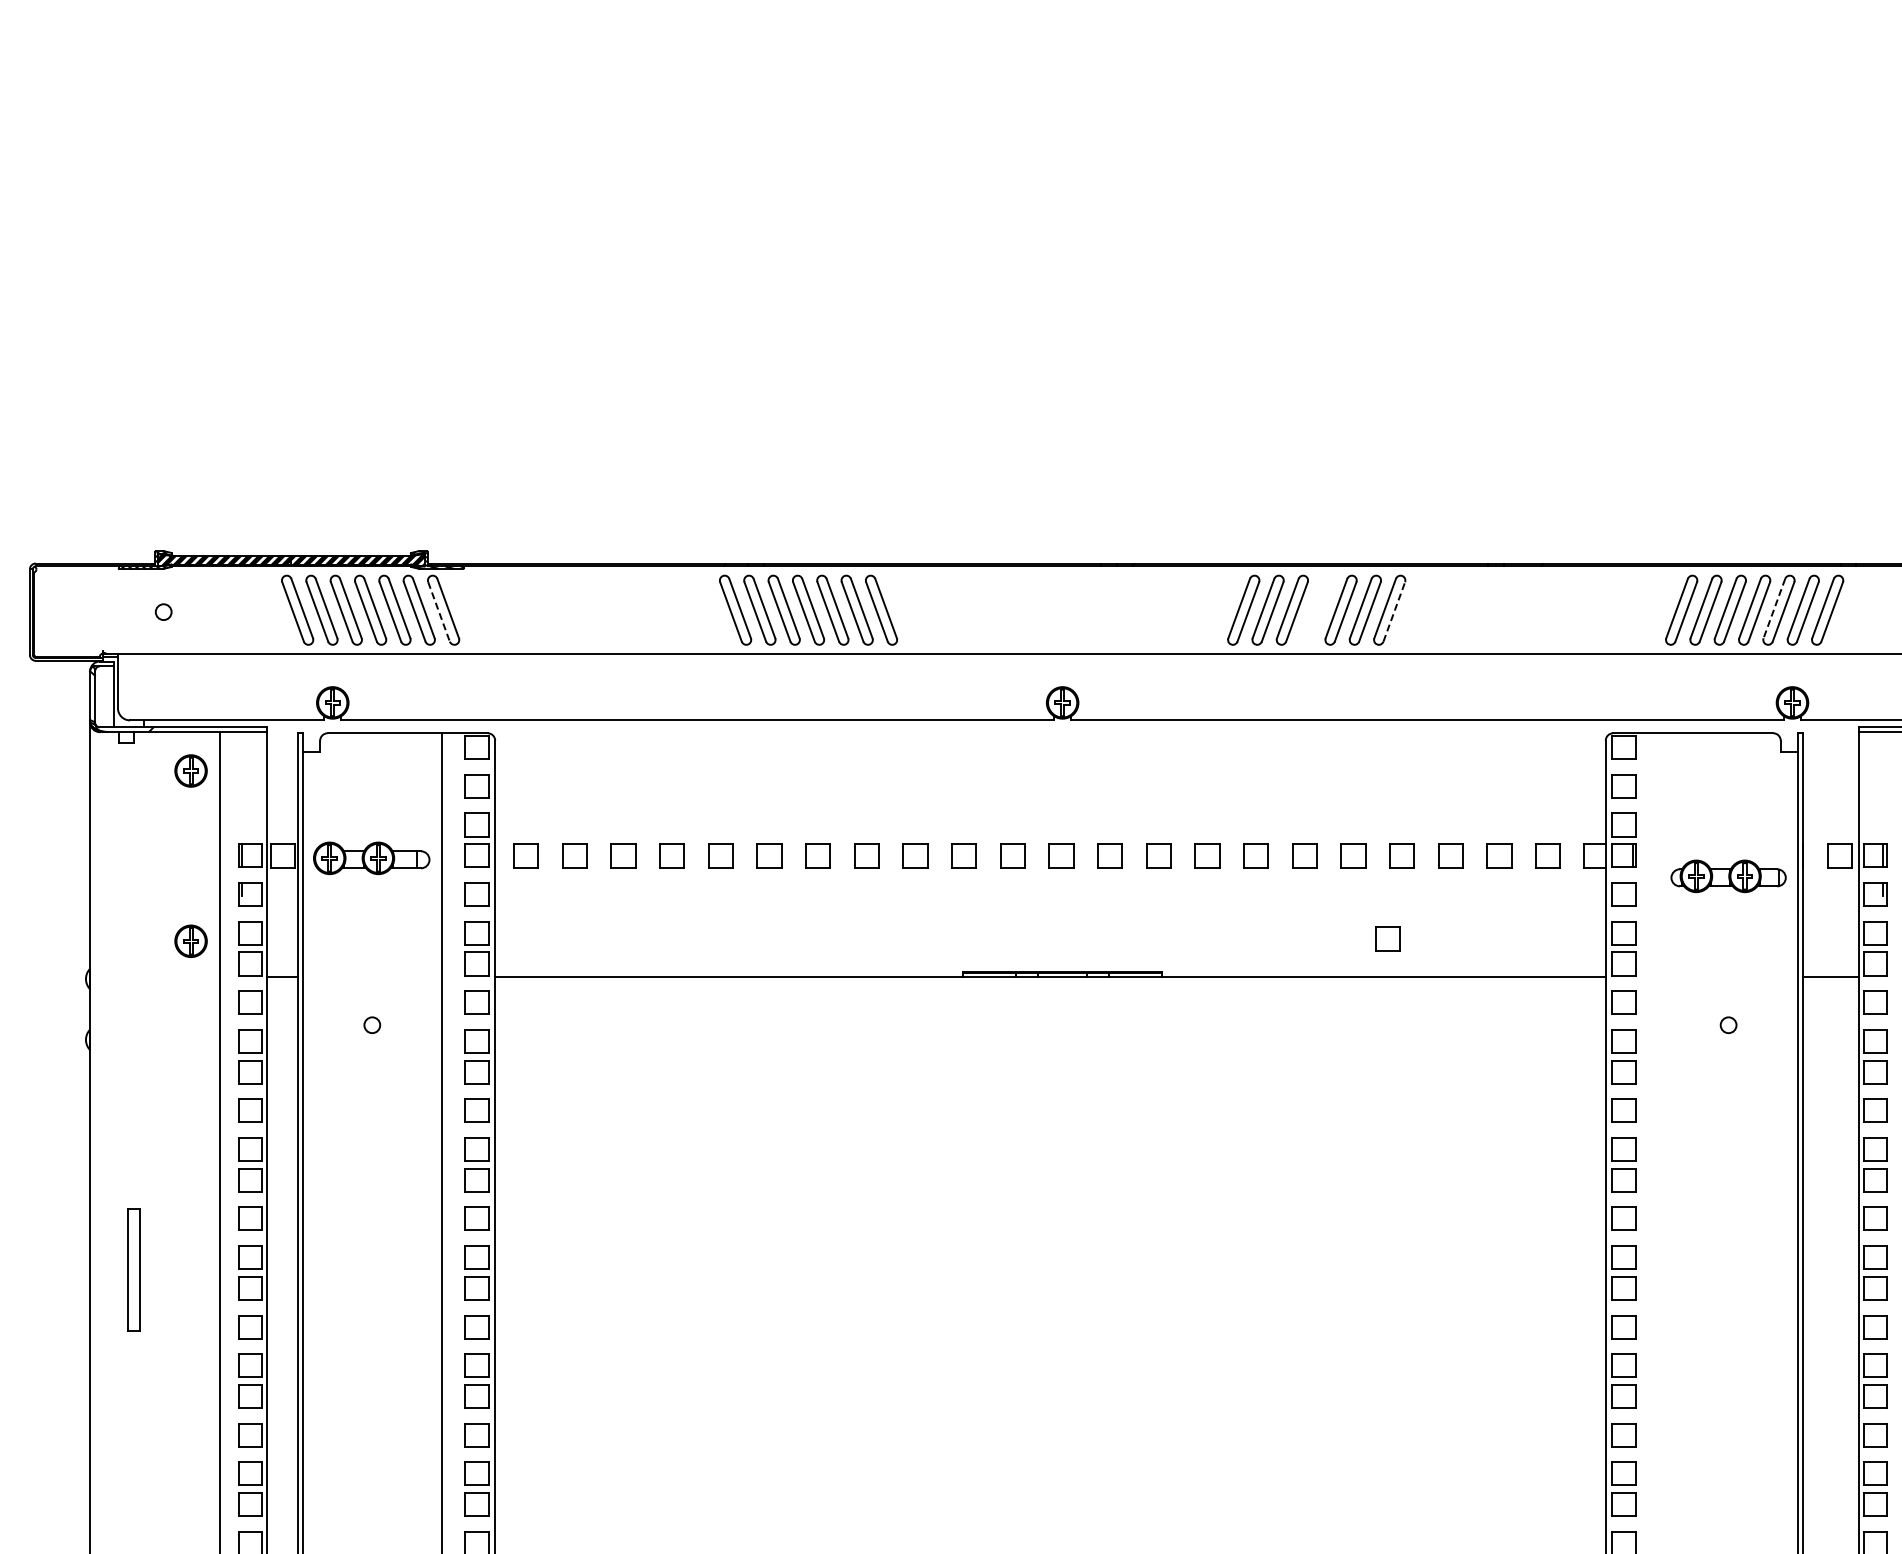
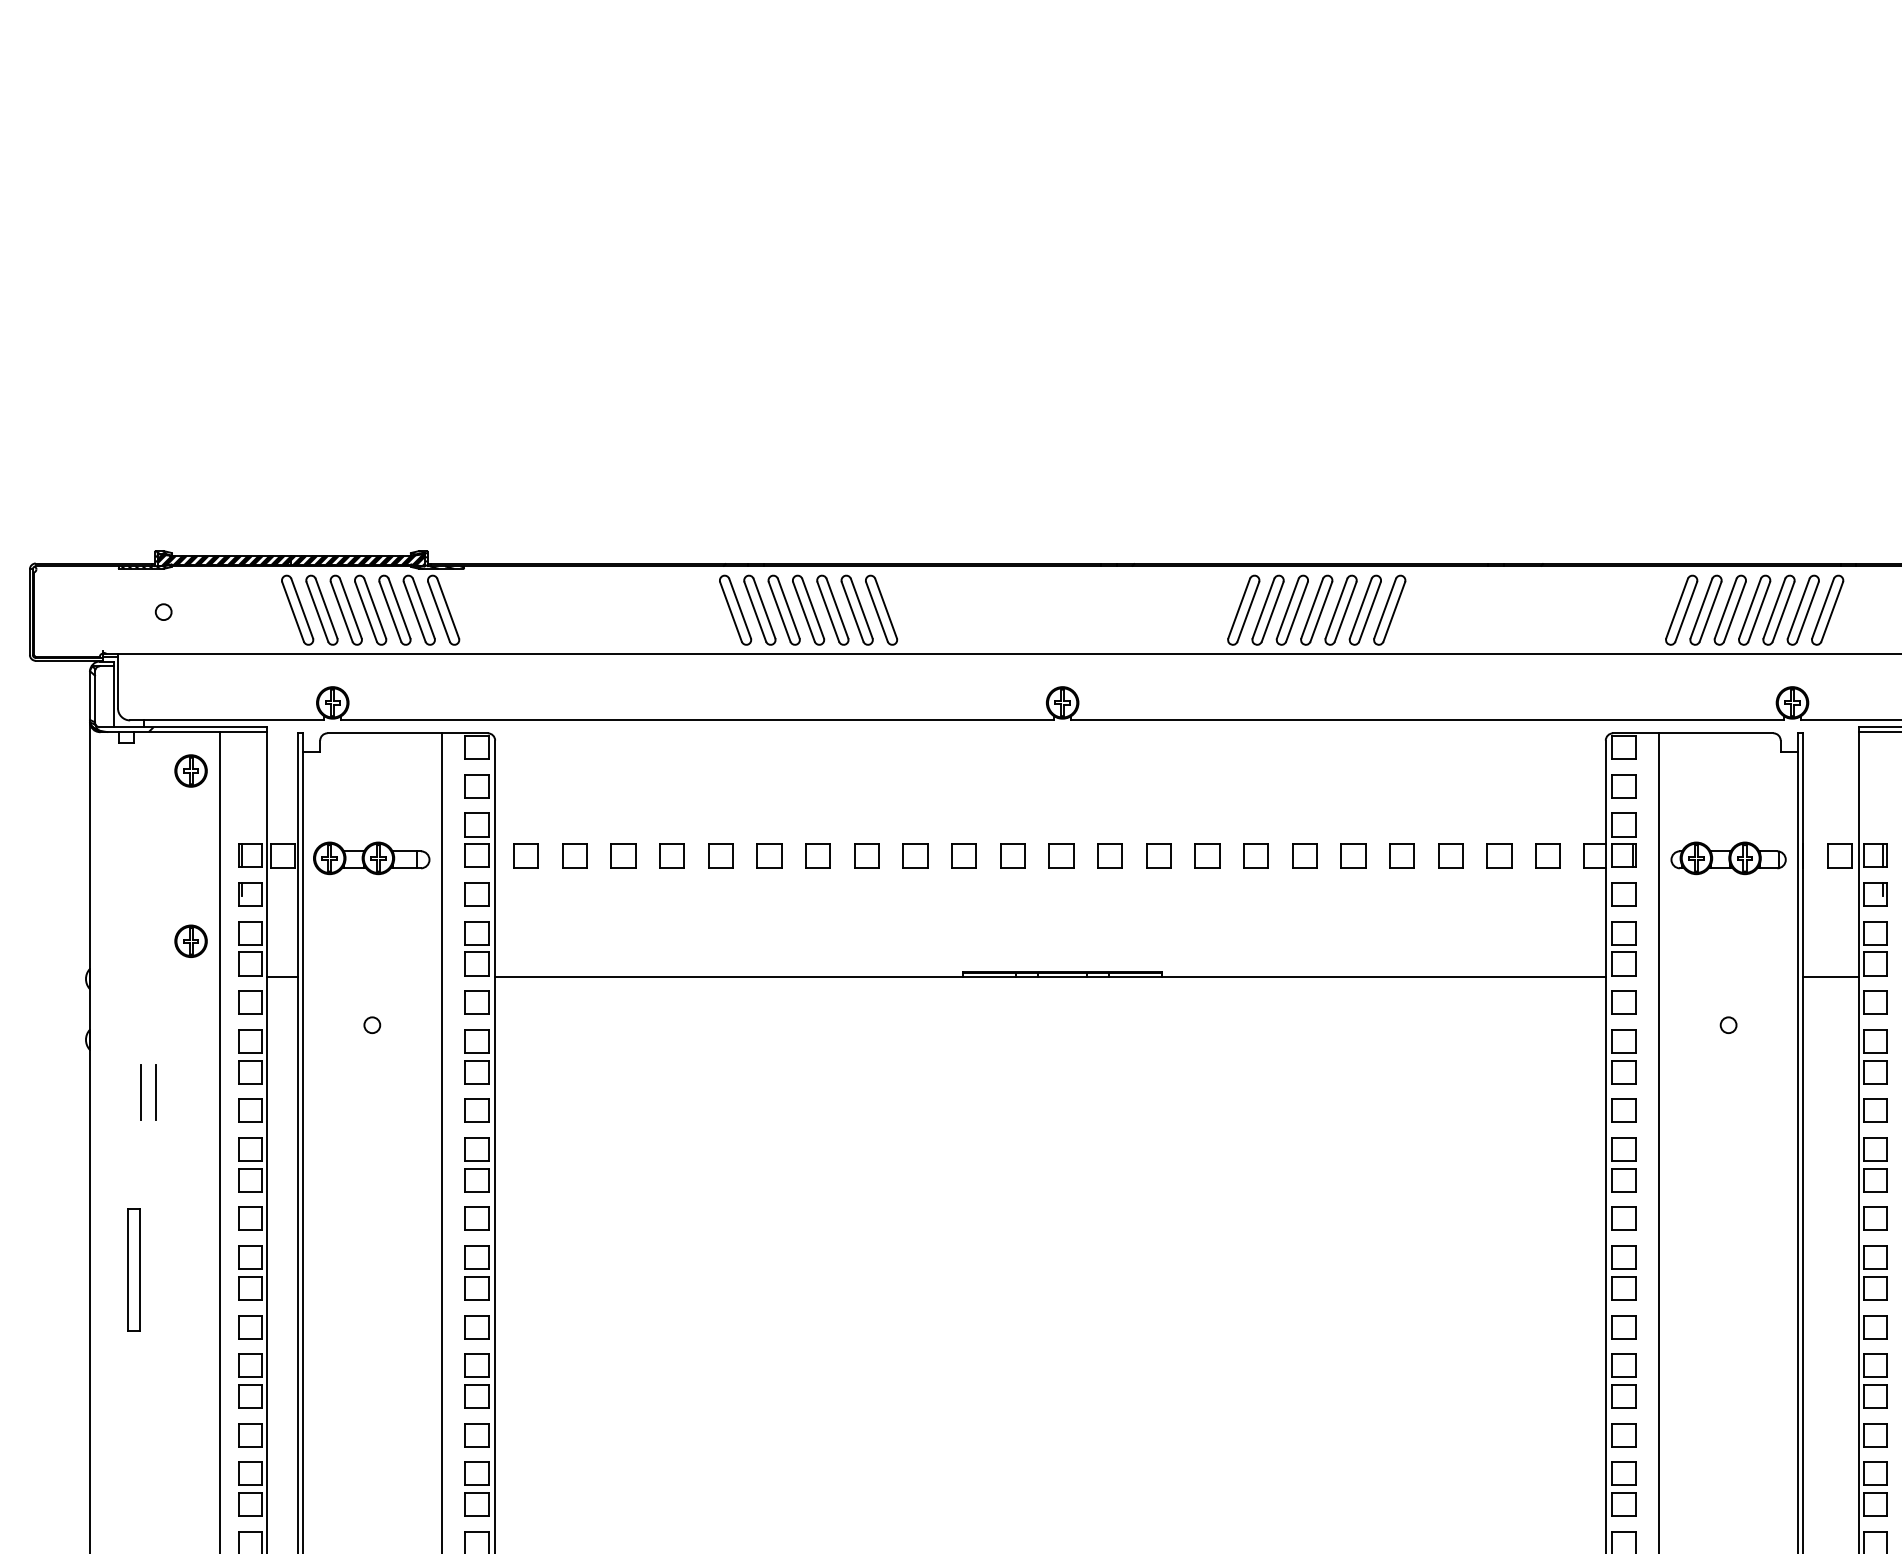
line at (1774, 608): dashed -> solid
part at (1316, 609): none -> present
line at (439, 611): dashed -> solid
line at (1394, 611): dashed -> solid
part at (1728, 876) position: (1728, 876) -> (1728, 858)
part at (1387, 938): present -> none
line at (141, 1091): none -> present
line at (155, 1091): none -> present
line at (1659, 1141): none -> present
